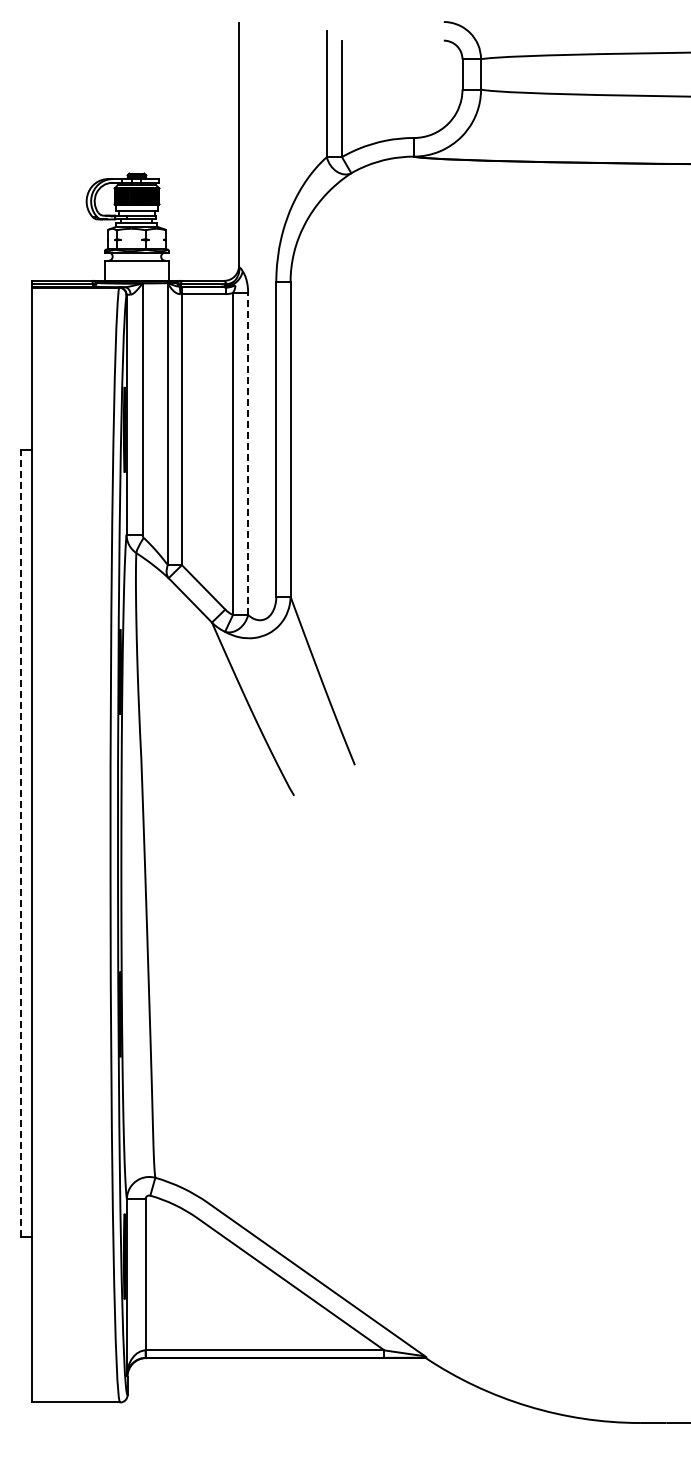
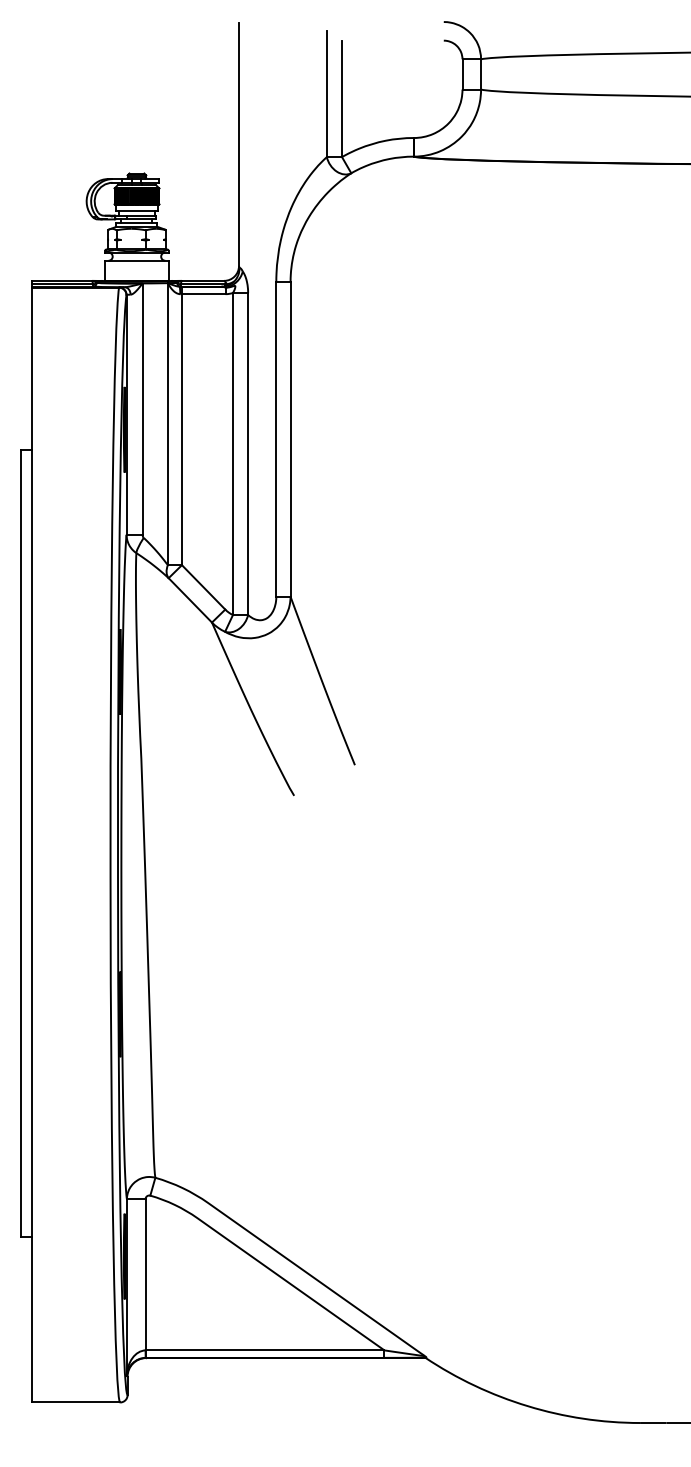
line at (248, 453): dashed -> solid
line at (20, 842): dashed -> solid
